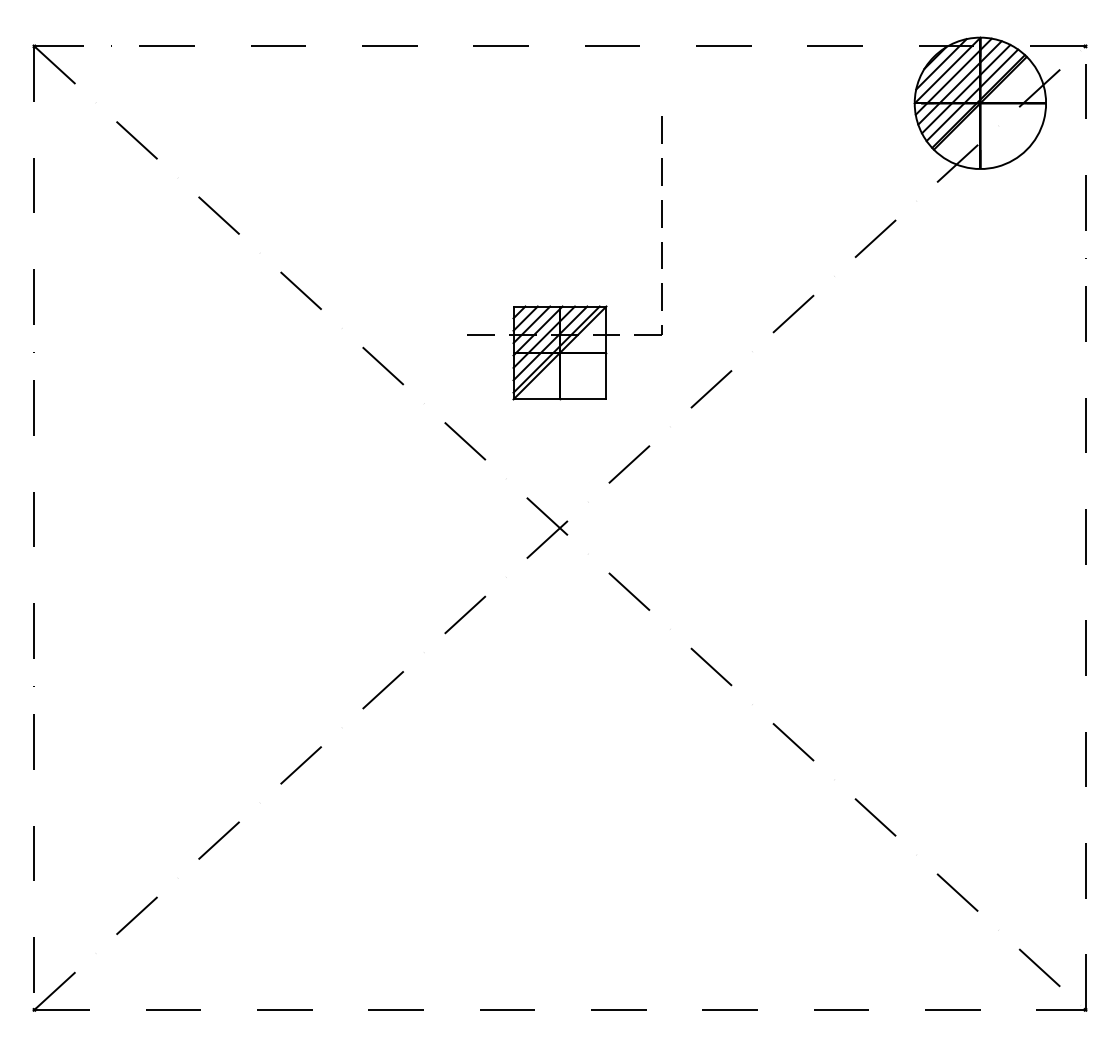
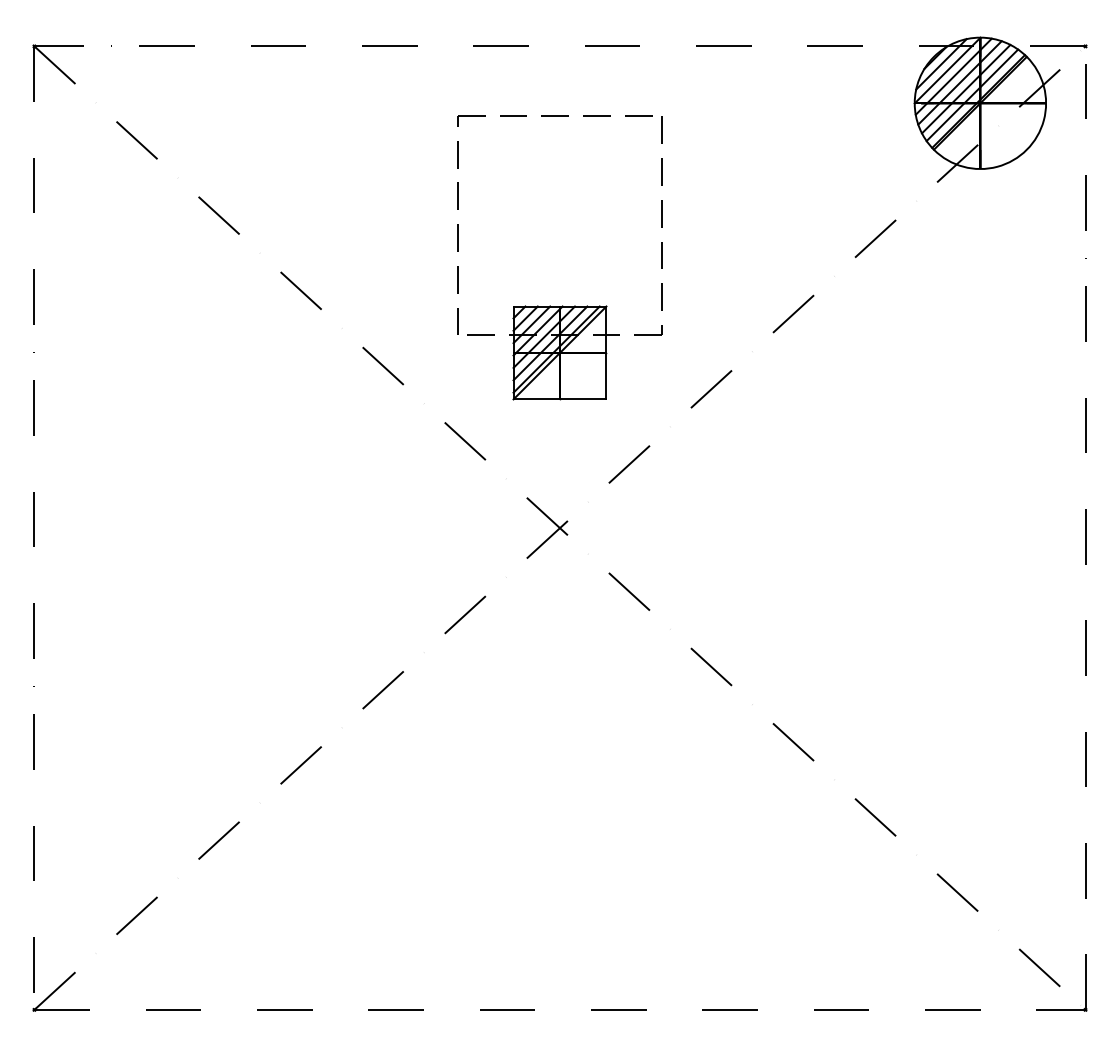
part at (458, 224): none -> present
